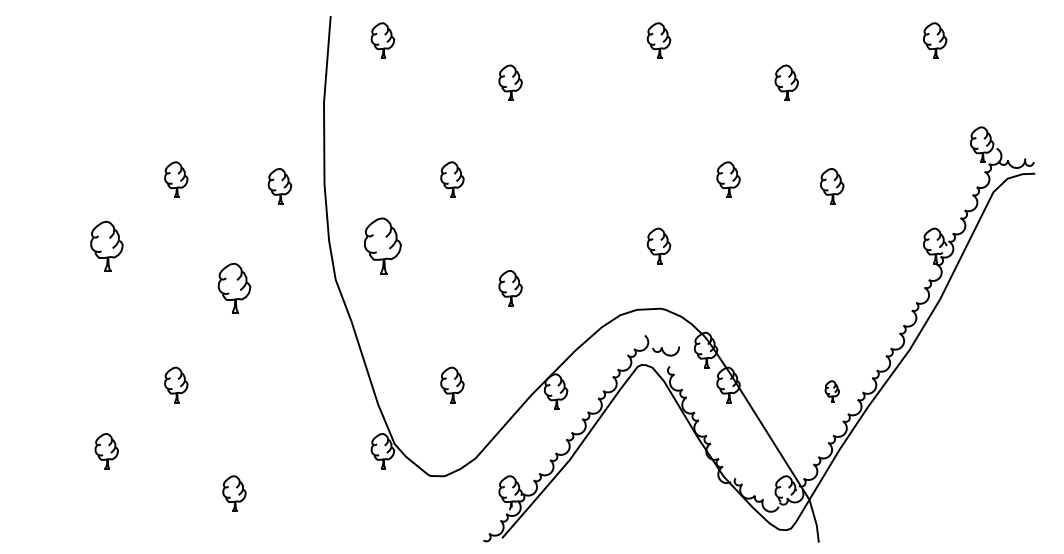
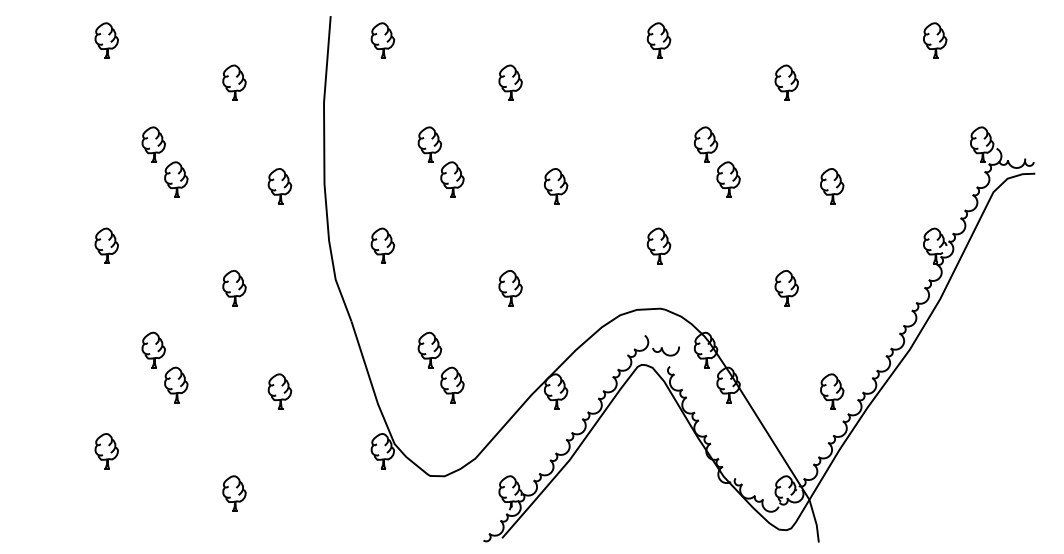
part at (106, 40): none -> present
part at (234, 82): none -> present
part at (153, 144): none -> present
part at (429, 144): none -> present
part at (706, 144): none -> present
part at (556, 186): none -> present
part at (382, 245) size: 38x58 px -> 26x37 px
part at (106, 246) size: 34x51 px -> 25x37 px
part at (234, 287) size: 35x52 px -> 25x37 px
part at (786, 288): none -> present
part at (153, 349): none -> present
part at (429, 349): none -> present
part at (279, 391): none -> present
part at (831, 391) size: 16x23 px -> 25x37 px
